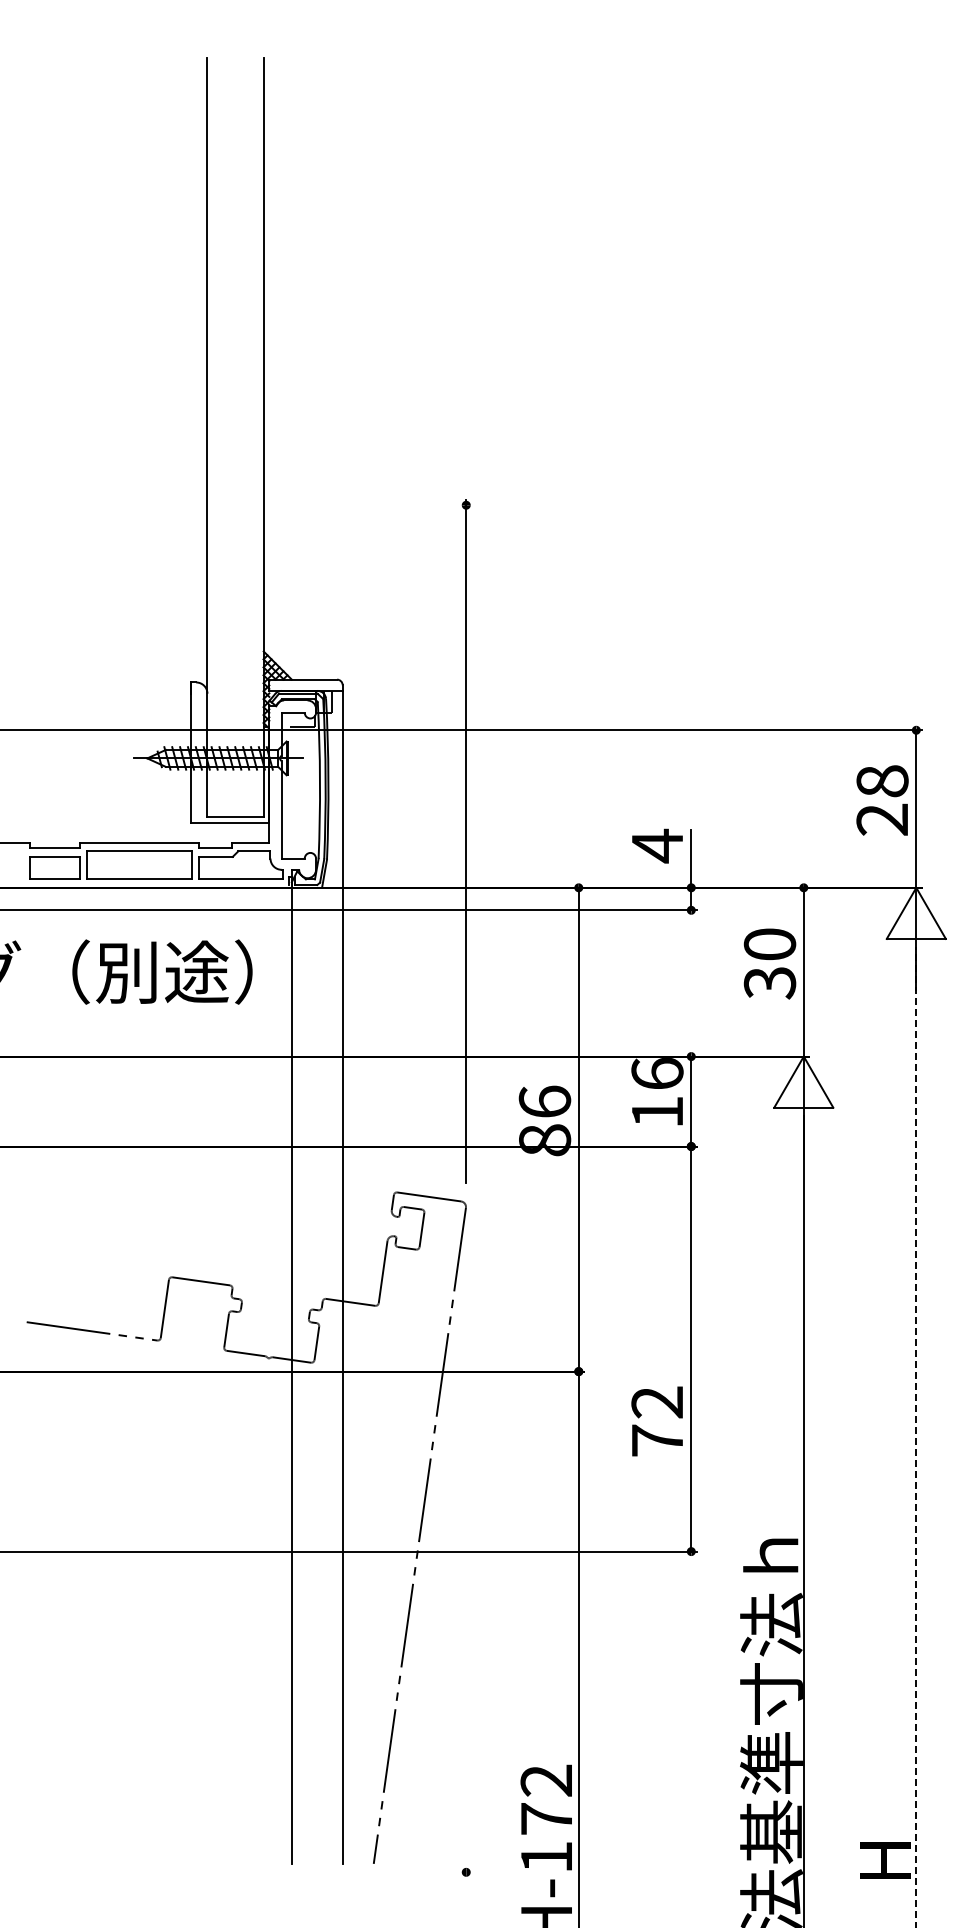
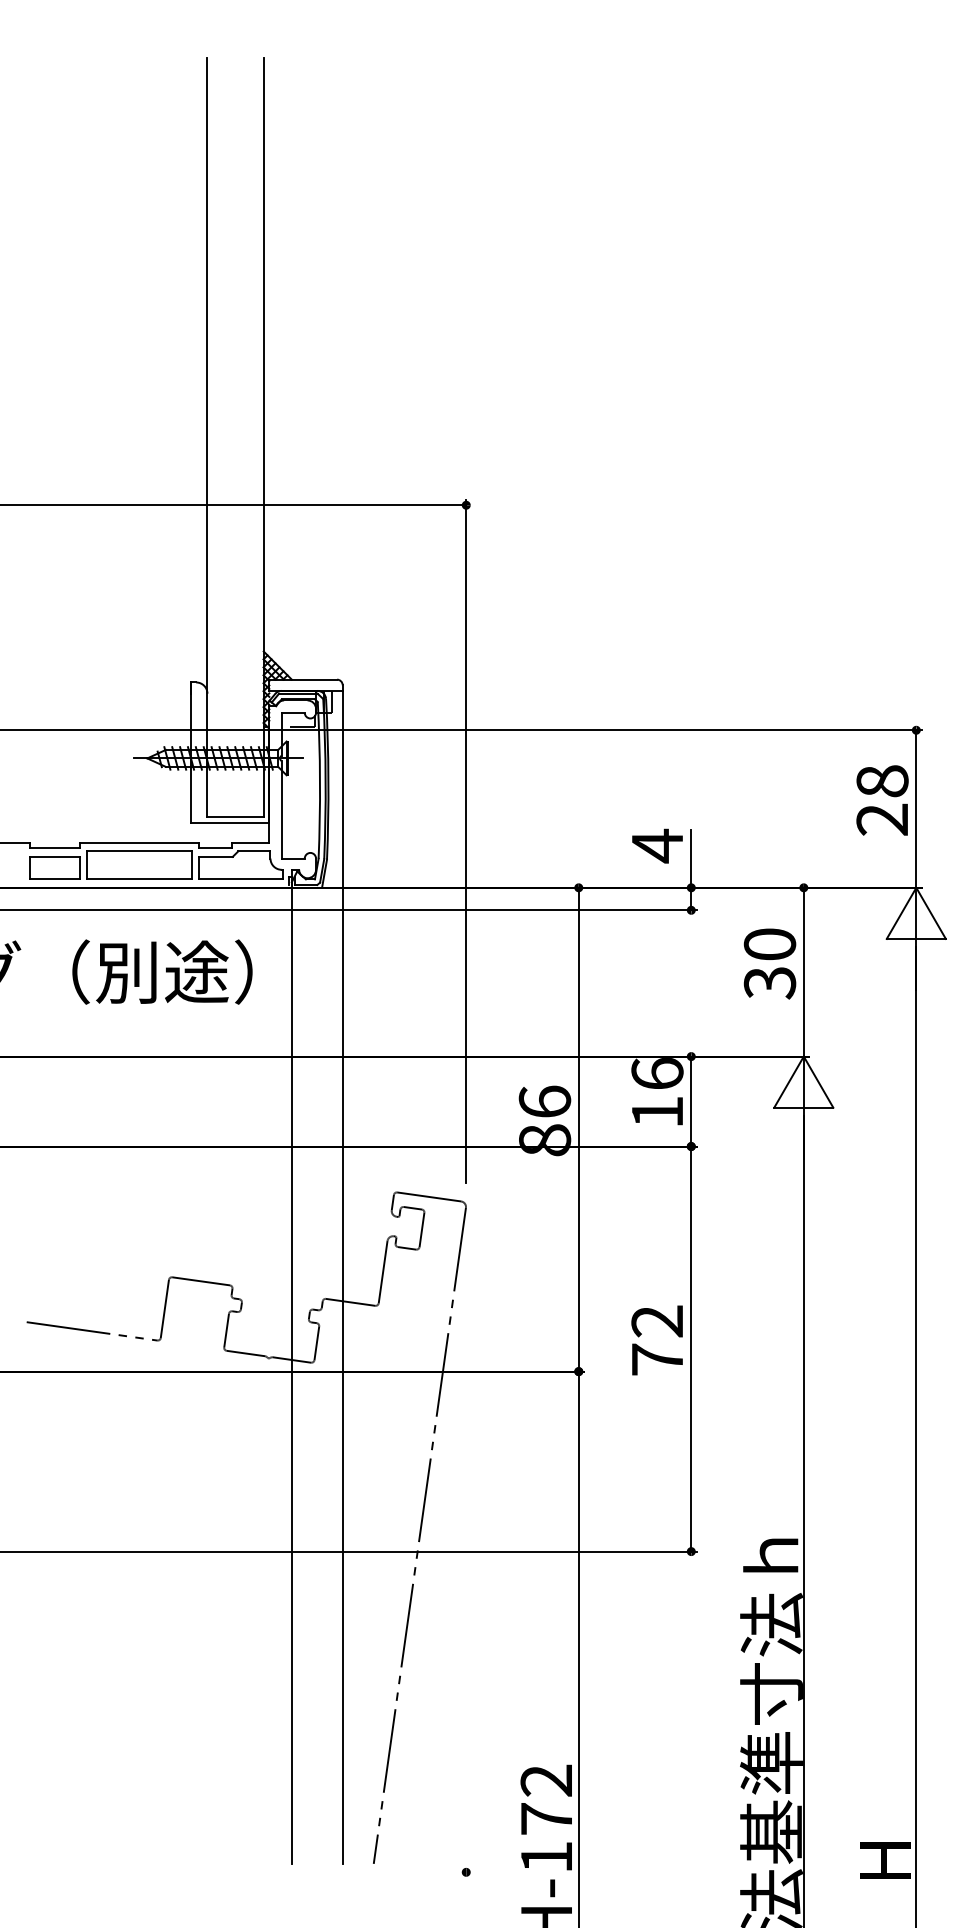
line at (234, 505): none -> present
text at (656, 1421) position: (656, 1421) -> (656, 1340)
line at (916, 1436): dashed -> solid
